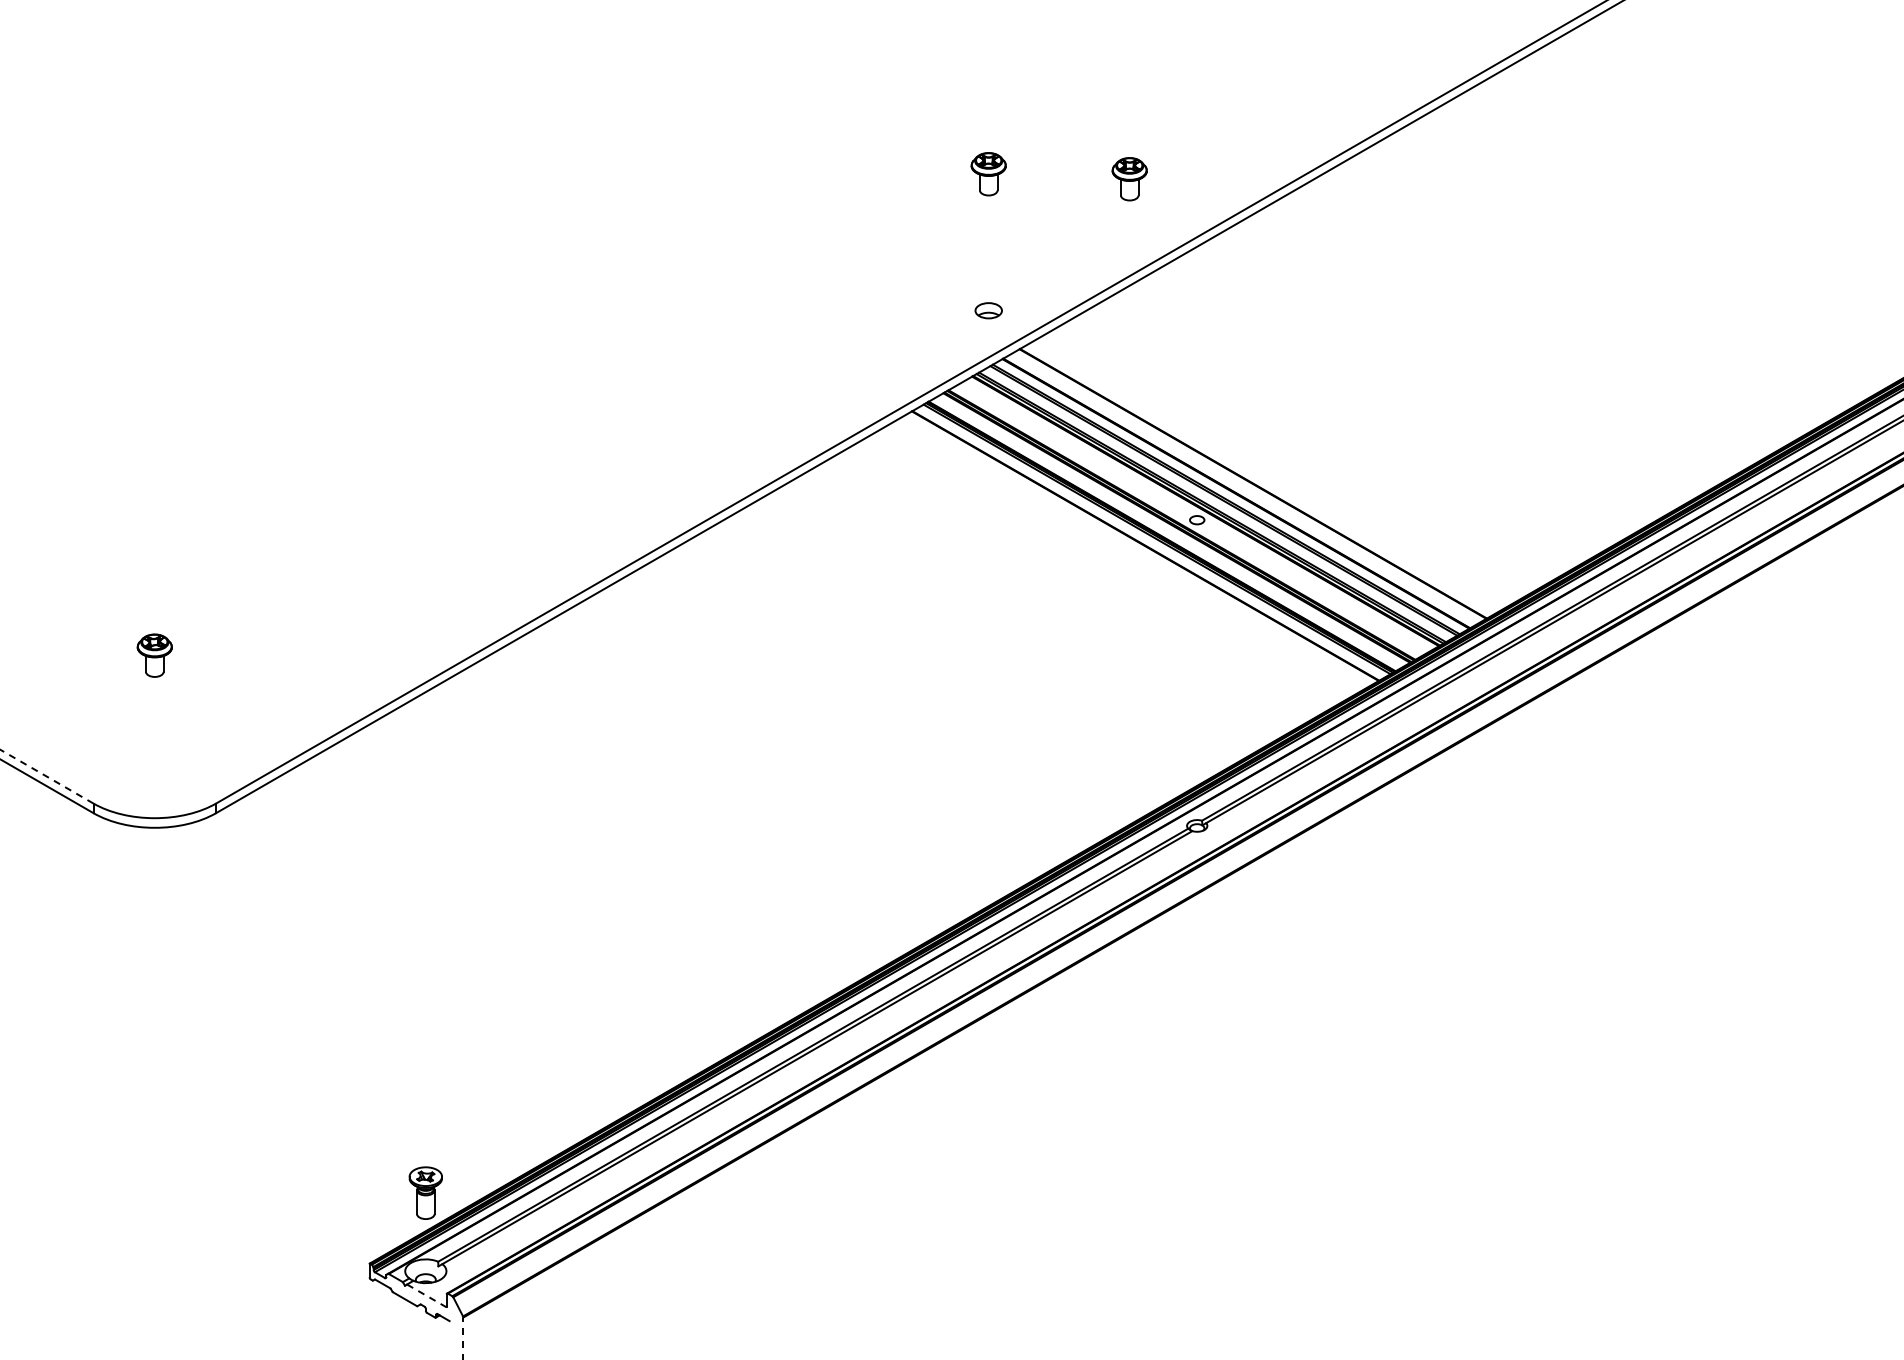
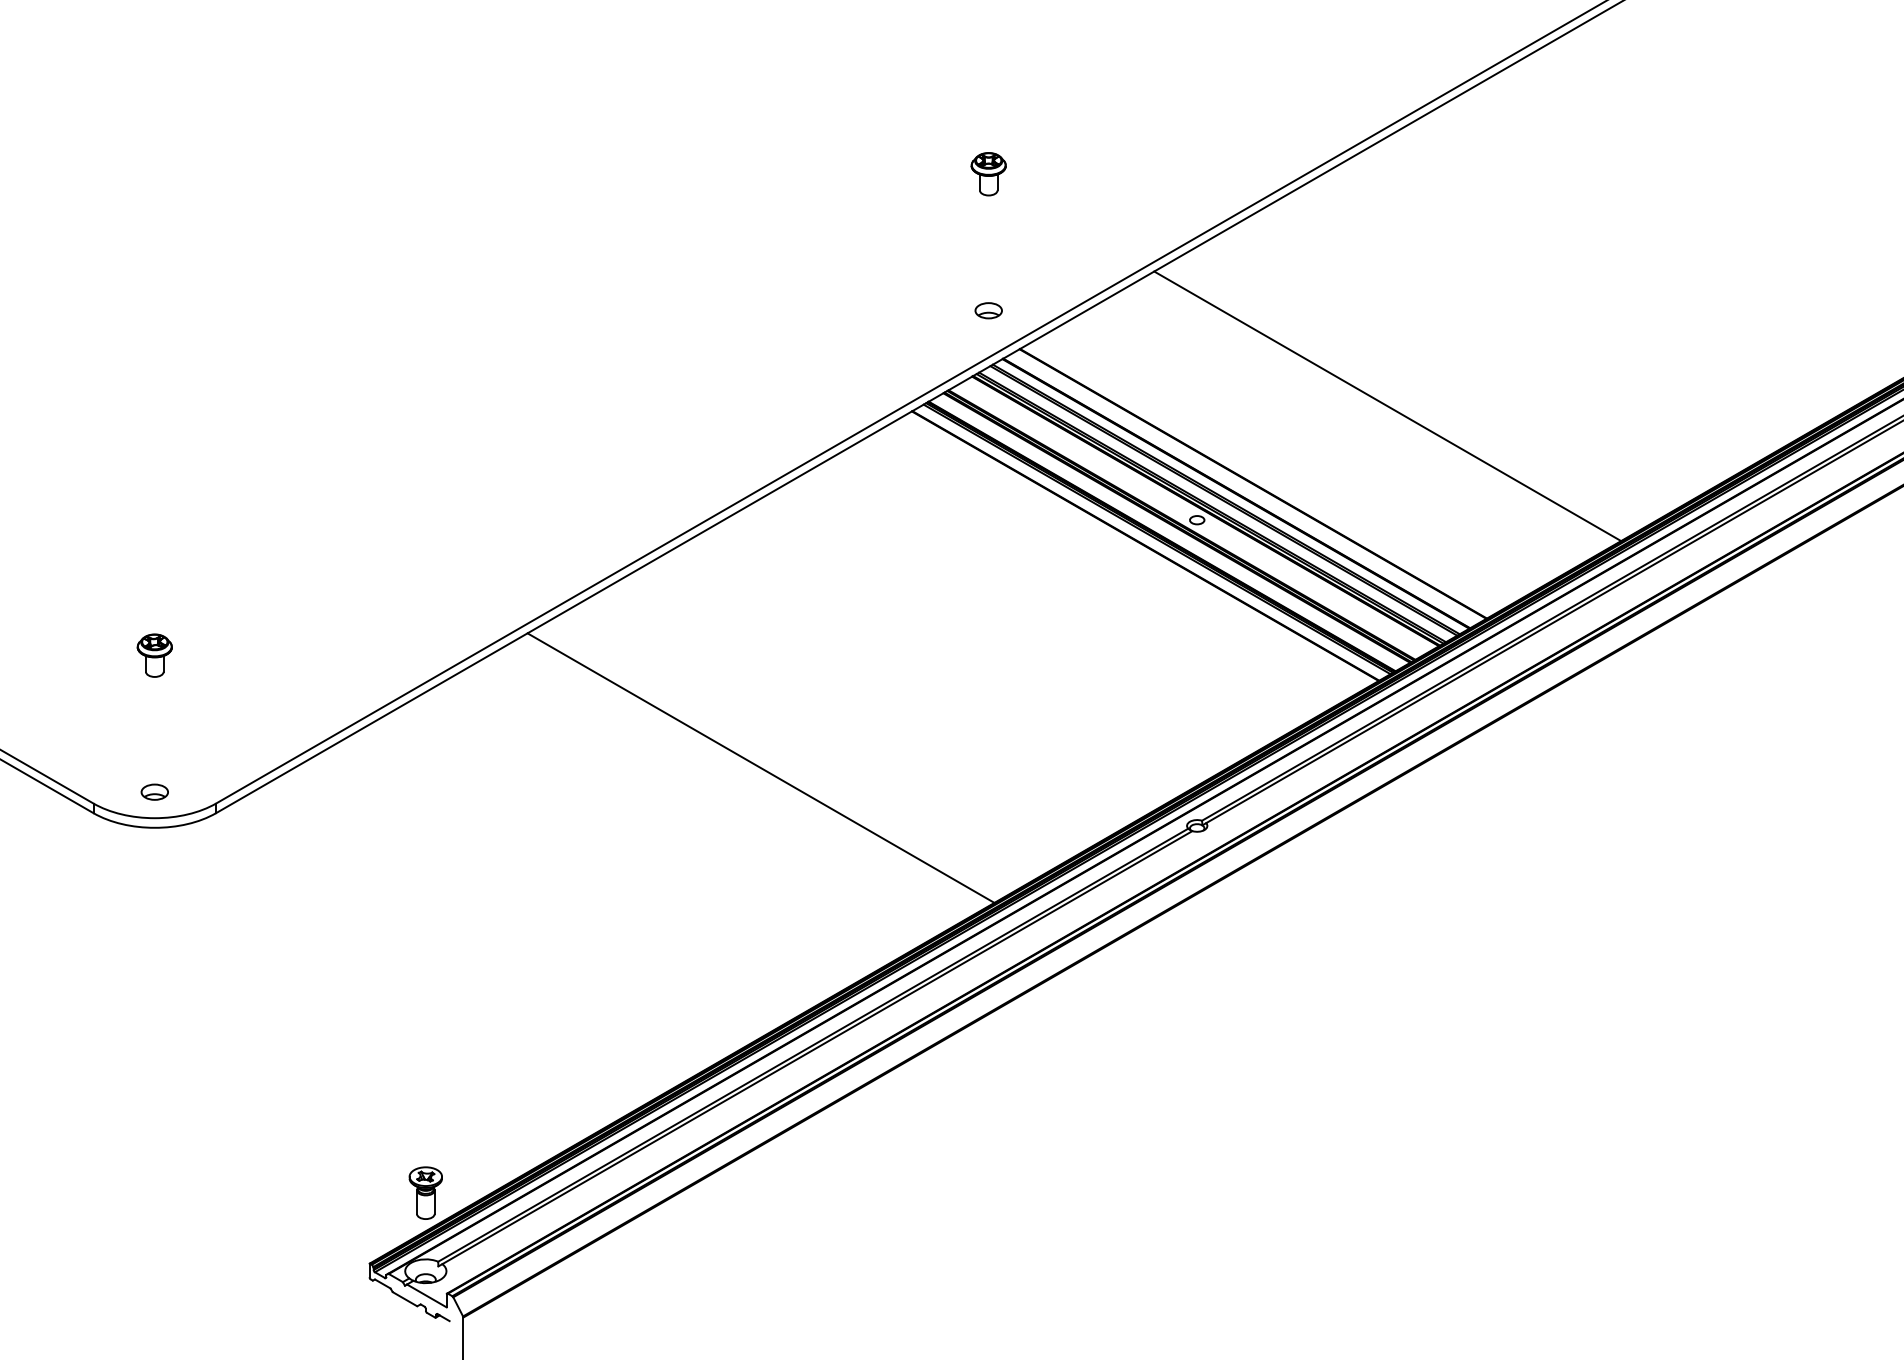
part at (1129, 179): present -> none
line at (1387, 406): none -> present
line at (760, 767): none -> present
line at (46, 776): dashed -> solid
part at (154, 791): none -> present
line at (426, 1295): dashed -> solid
line at (463, 1338): dashed -> solid
